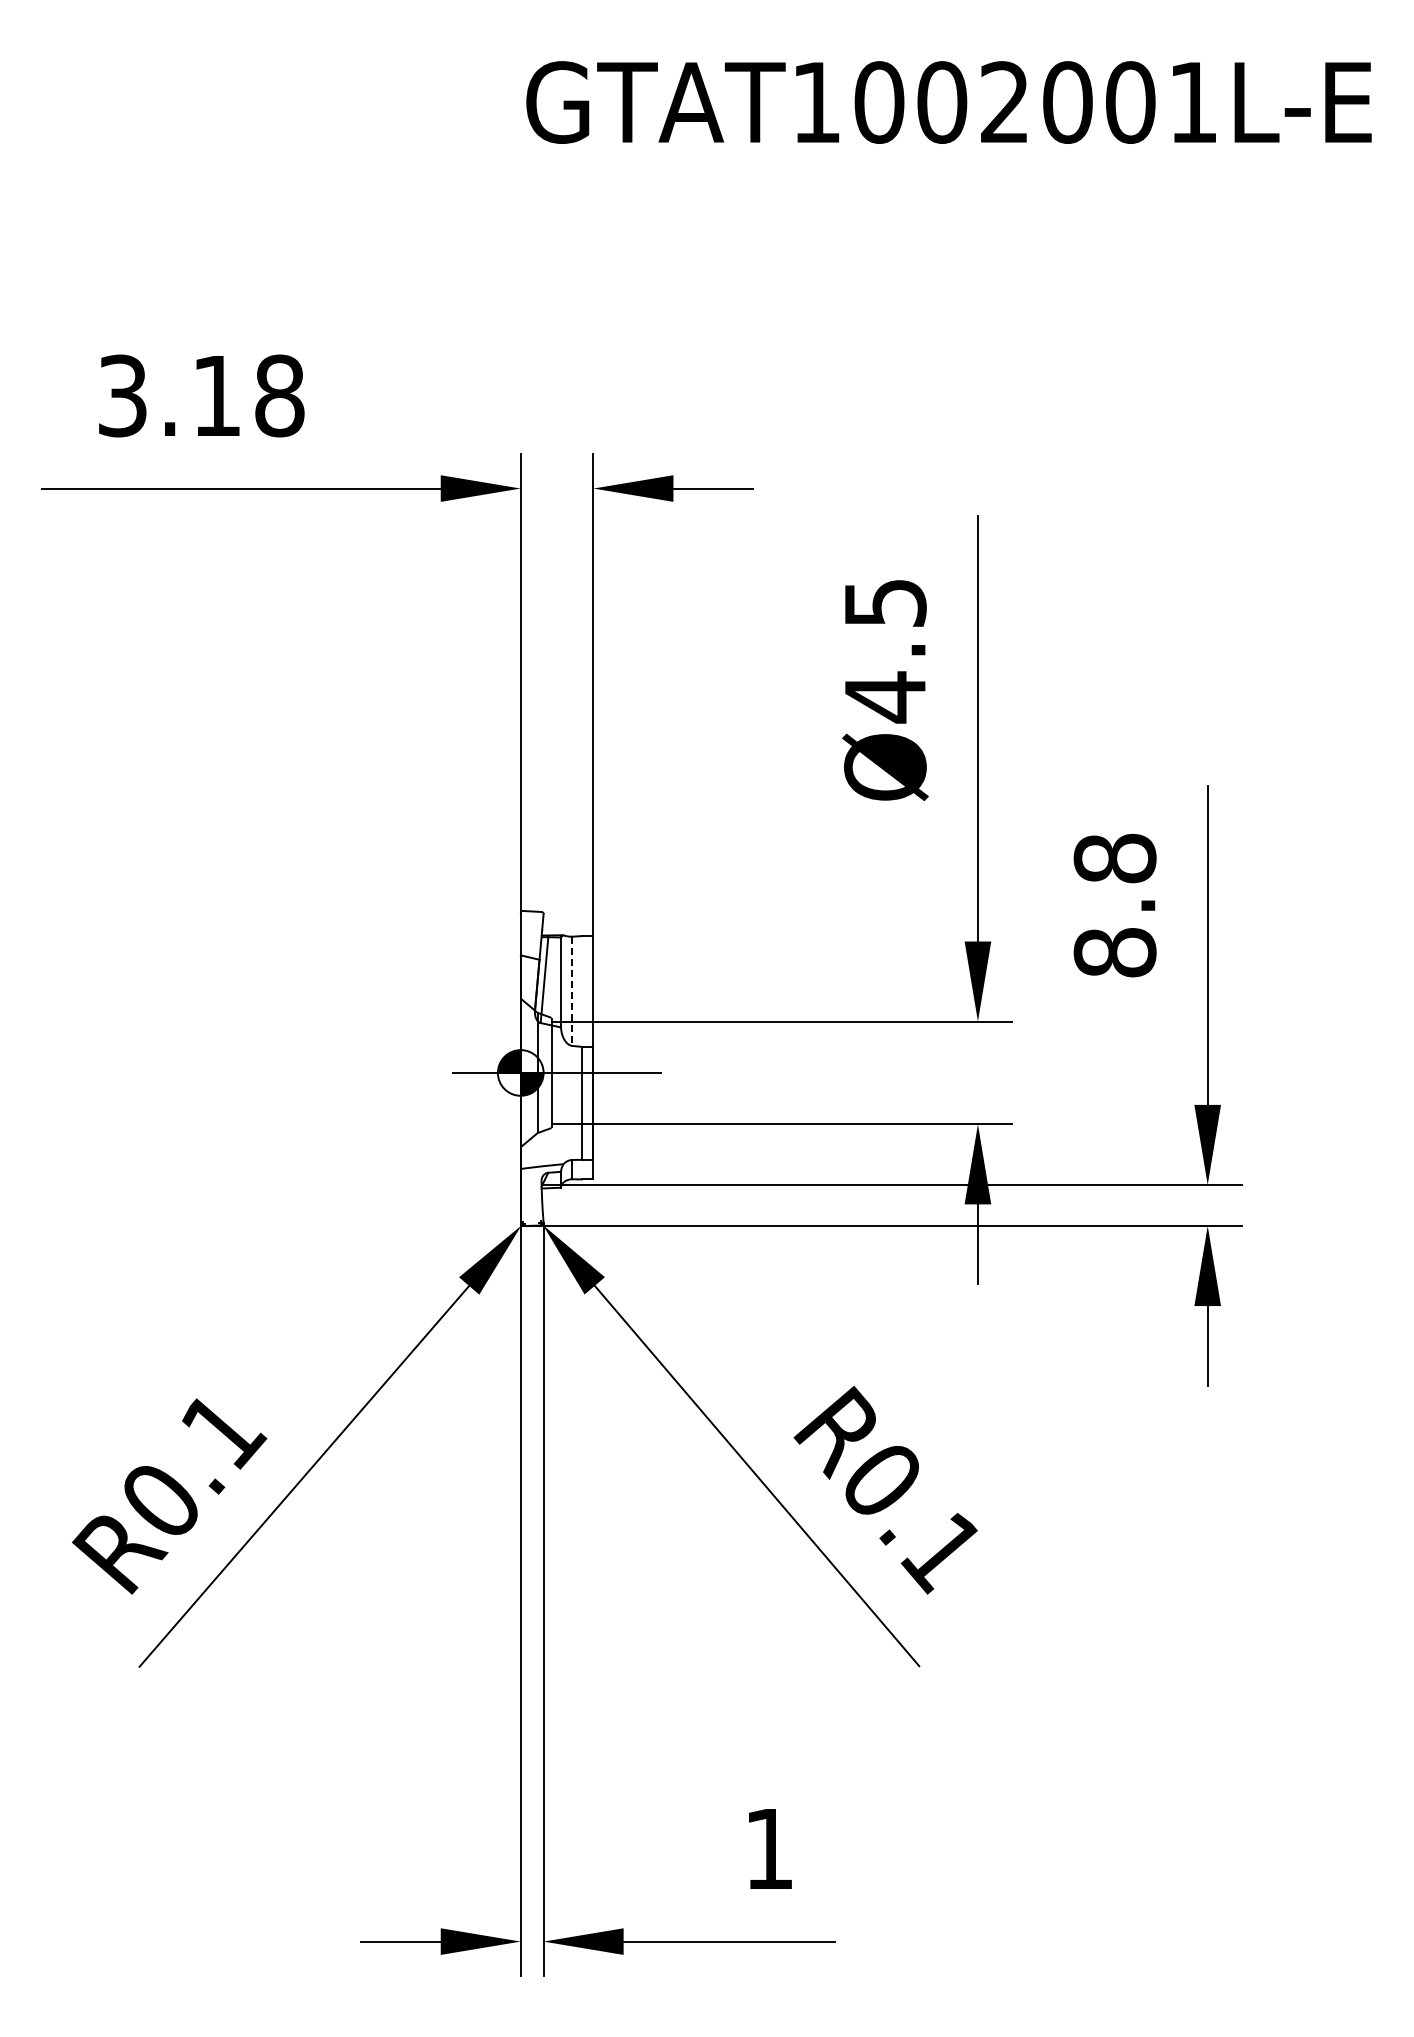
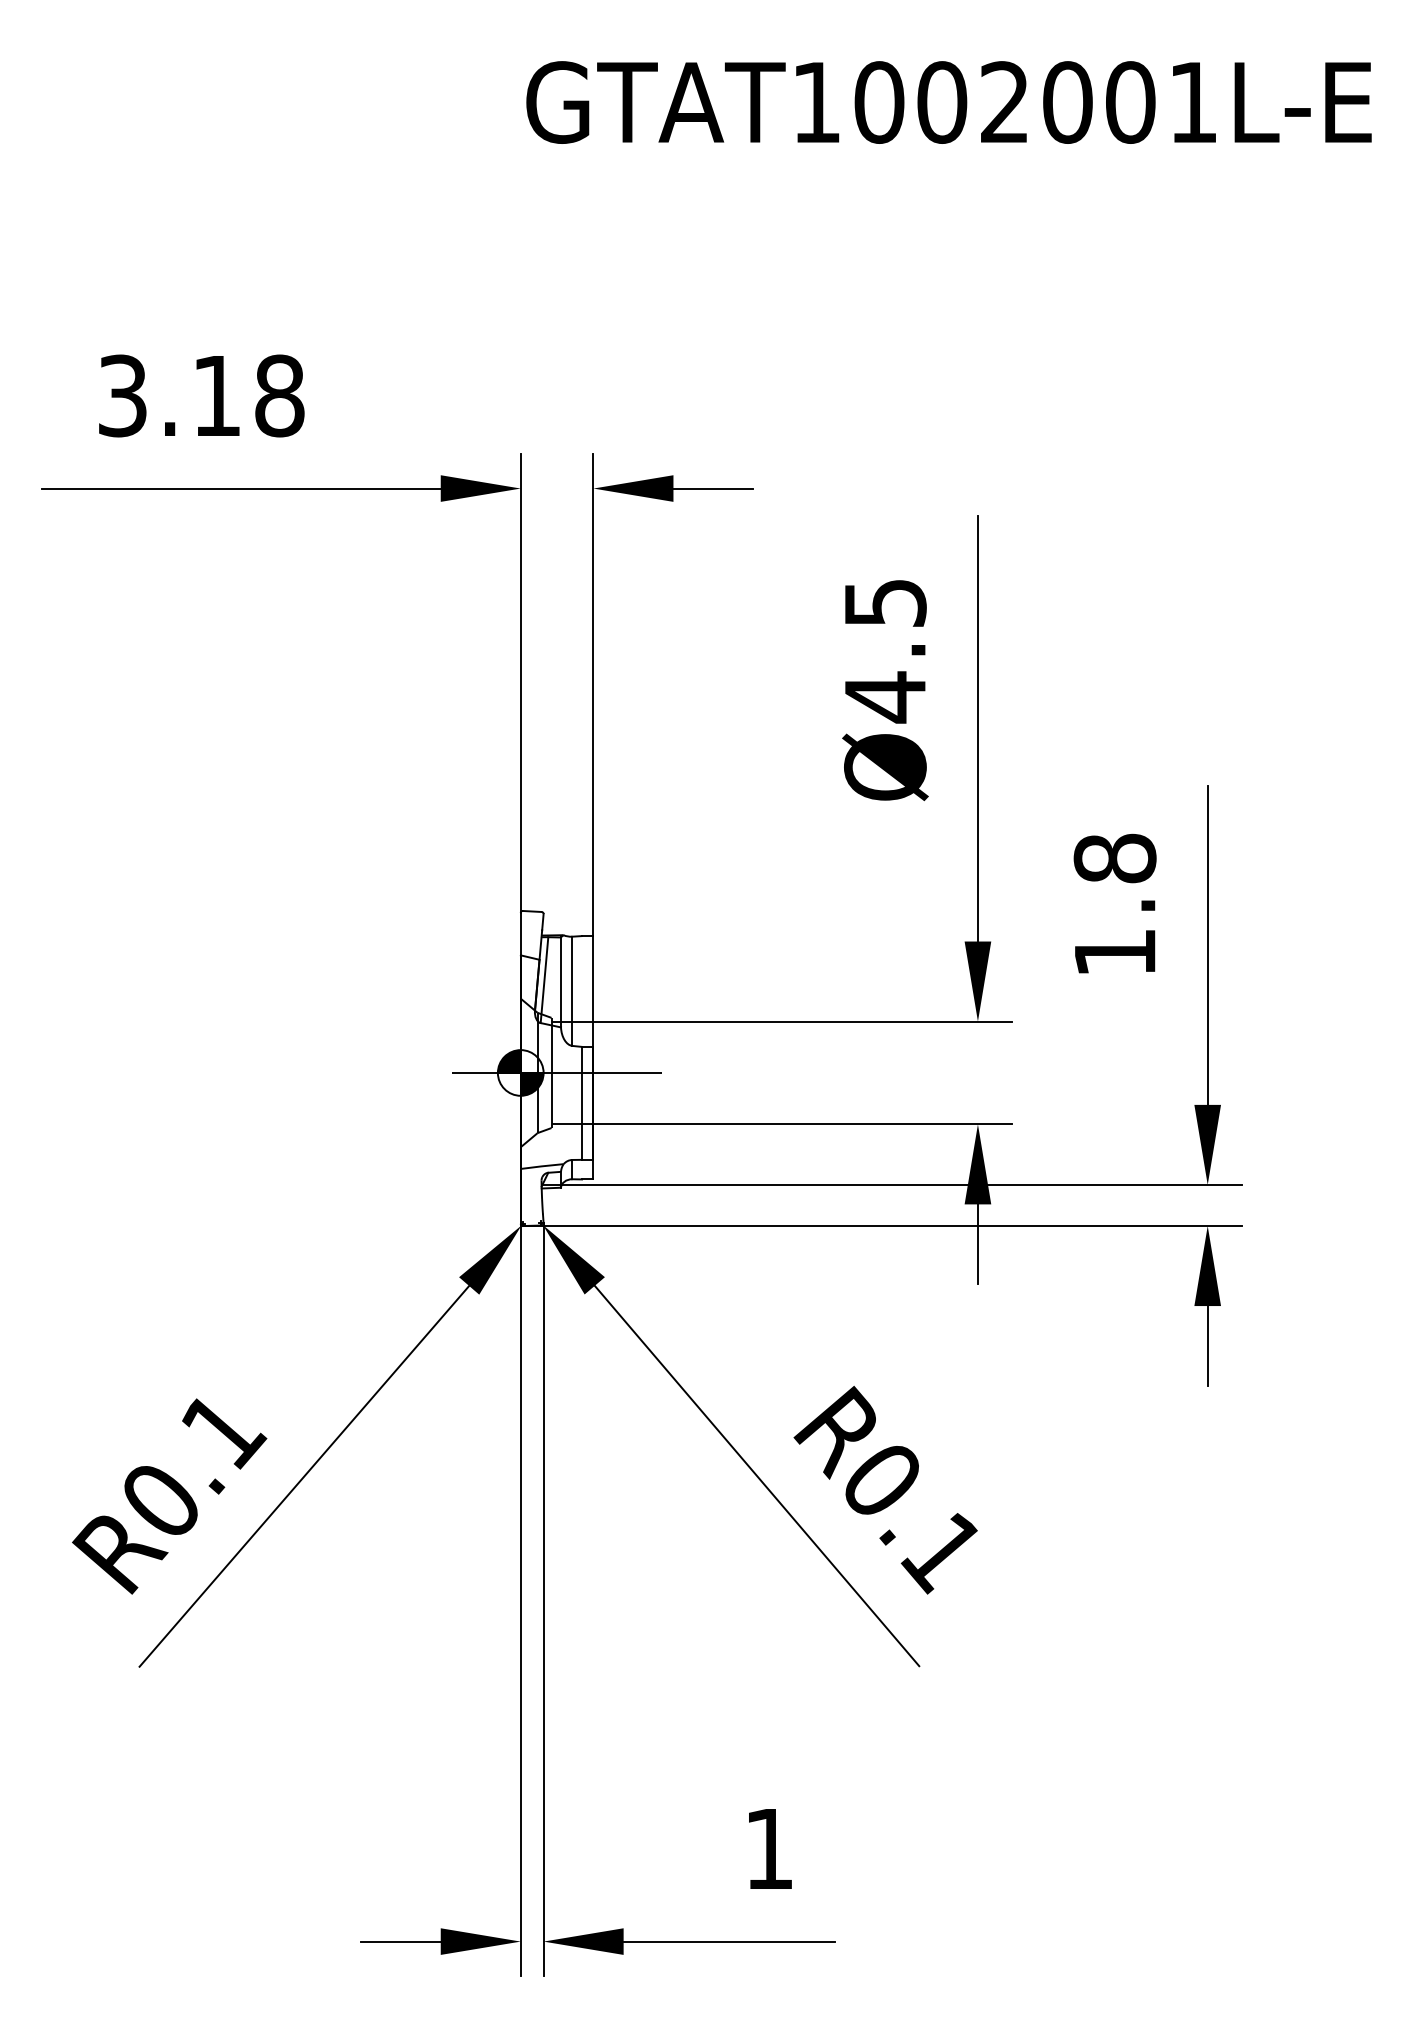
text at (1114, 952): 8.8 -> 1.8
line at (572, 991): dashed -> solid
